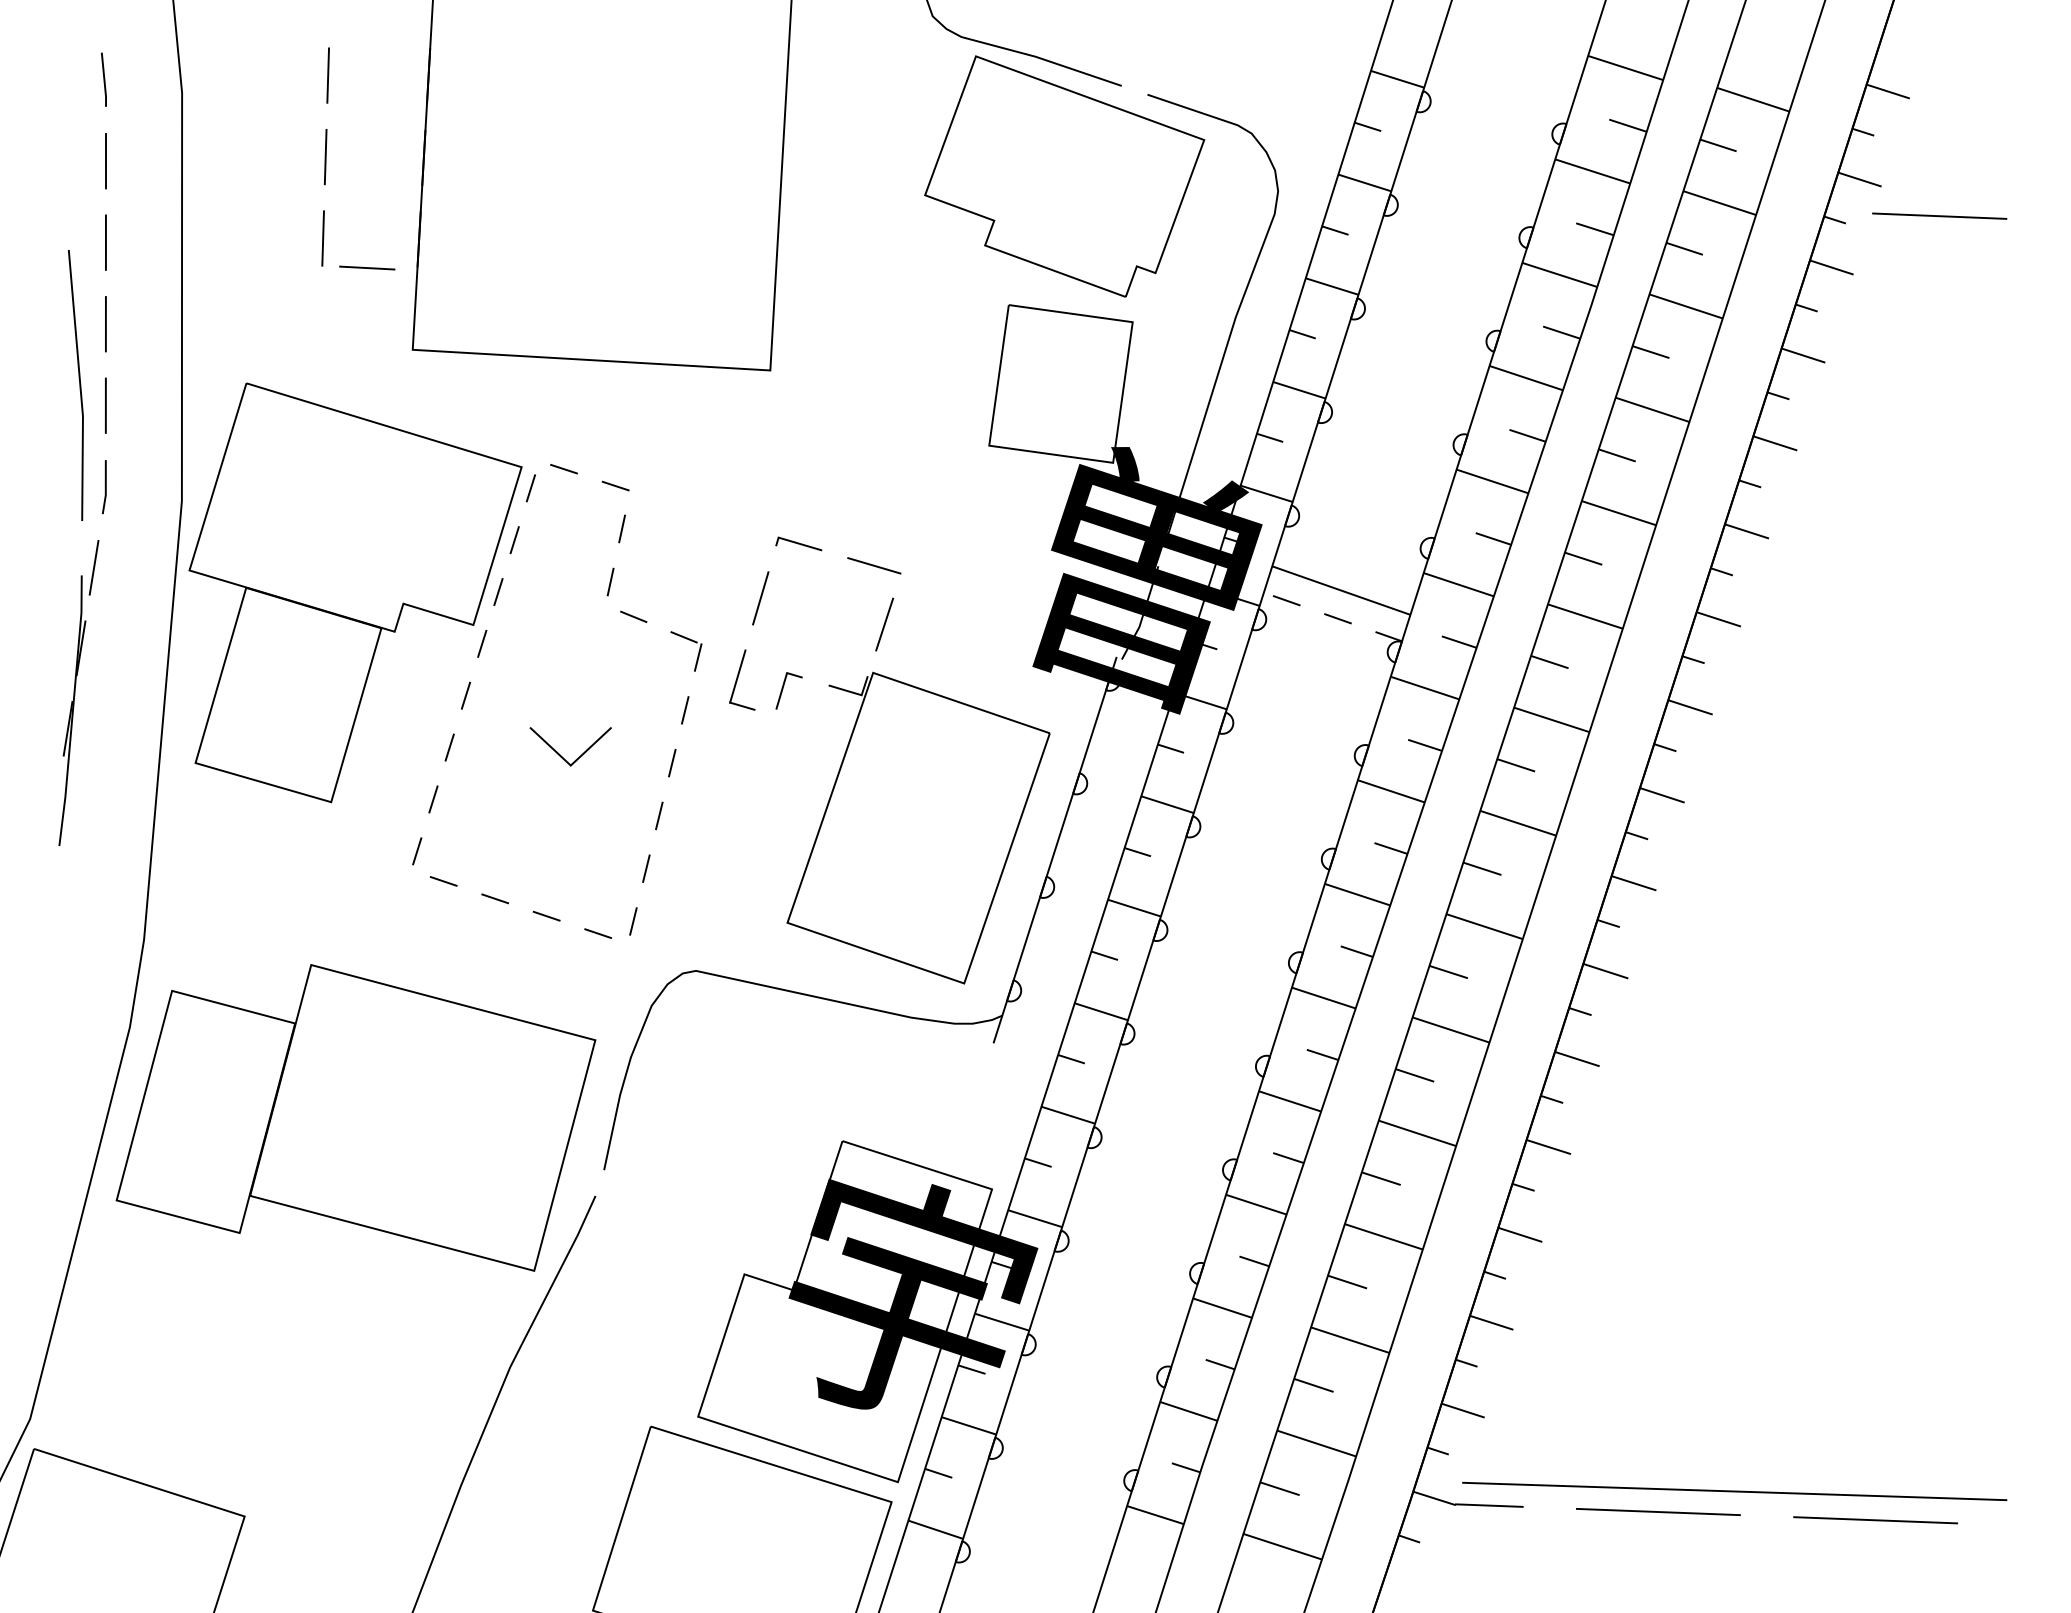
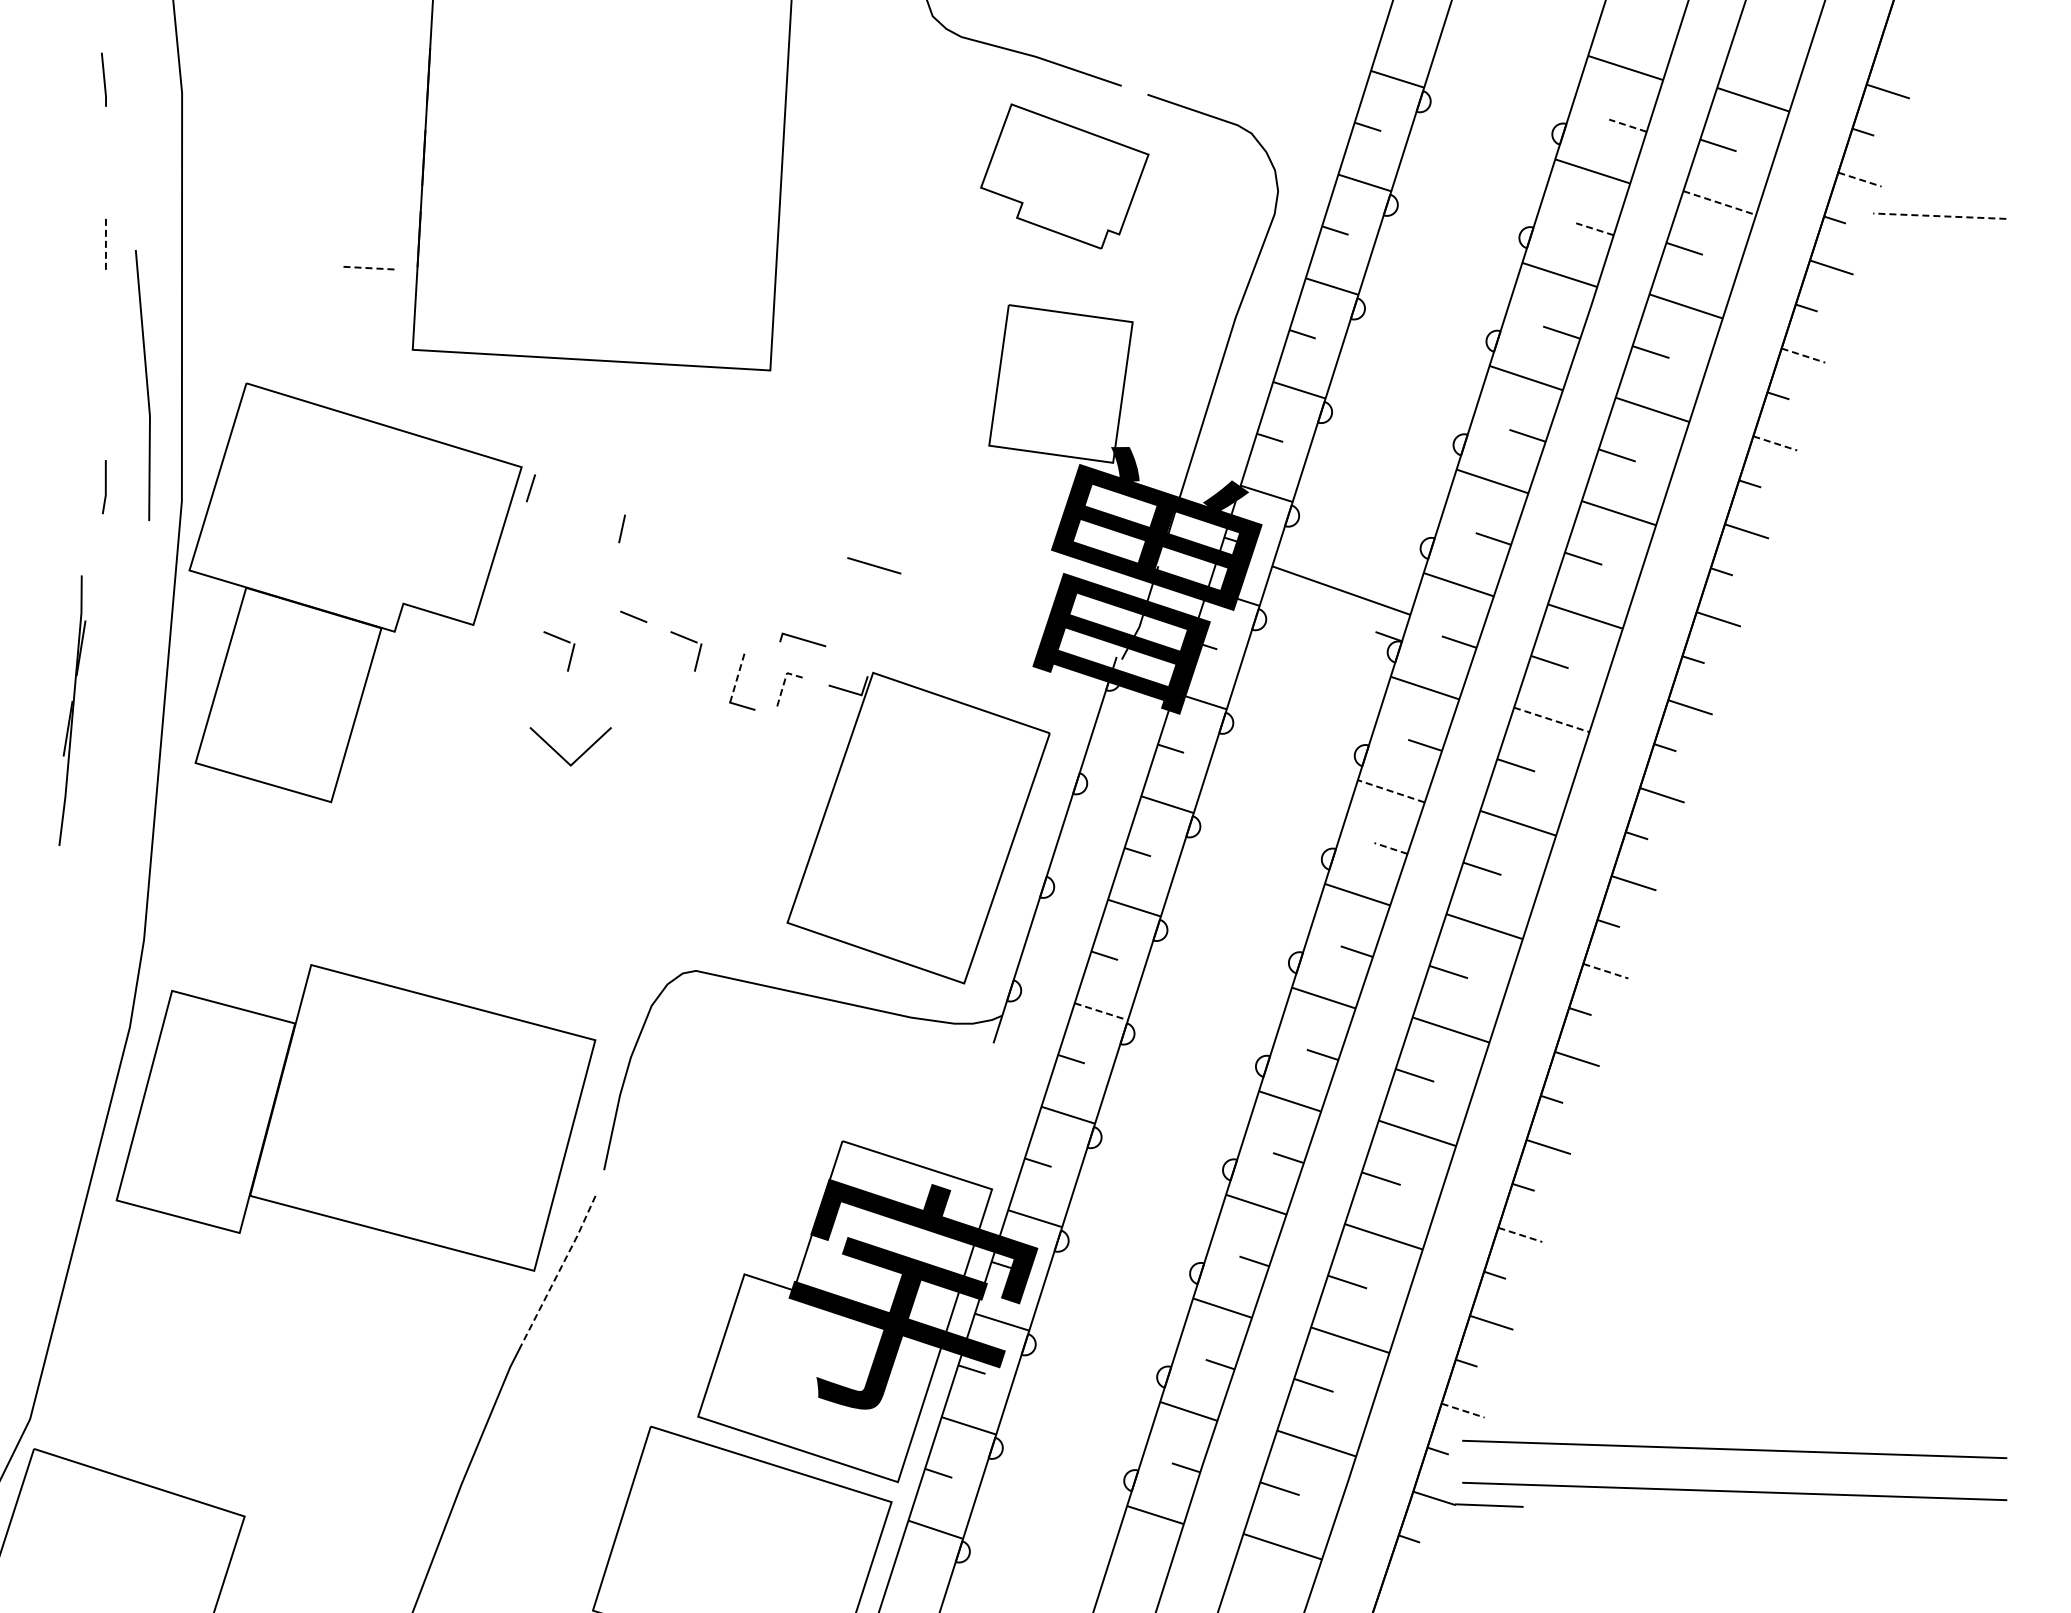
line at (328, 75): present -> none
line at (1627, 125): solid -> dashed
line at (325, 156): present -> none
line at (105, 161): present -> none
part at (1064, 176) size: 282x243 px -> 170x147 px
line at (1859, 179): solid -> dashed
line at (1720, 203): solid -> dashed
line at (1939, 216): solid -> dashed
line at (1594, 229): solid -> dashed
line at (323, 238): present -> none
line at (105, 242): solid -> dashed
line at (366, 268): solid -> dashed
line at (105, 324): present -> none
line at (1803, 355): solid -> dashed
line at (79, 385) position: (79, 385) -> (146, 385)
line at (105, 405): present -> none
line at (1775, 443): solid -> dashed
line at (563, 469): present -> none
line at (615, 485): present -> none
line at (514, 540): present -> none
line at (798, 543) position: (798, 543) -> (802, 639)
line at (93, 567): present -> none
line at (610, 581): present -> none
line at (498, 591): present -> none
line at (760, 598): present -> none
line at (1286, 600): present -> none
line at (1337, 618): present -> none
line at (884, 624): present -> none
part at (561, 640): none -> present
line at (482, 643): present -> none
line at (737, 676): solid -> dashed
line at (784, 683): solid -> dashed
line at (465, 695): present -> none
line at (685, 710): present -> none
line at (1551, 719): solid -> dashed
line at (449, 747): present -> none
line at (672, 762): present -> none
line at (1390, 791): solid -> dashed
line at (433, 799): present -> none
line at (659, 815): present -> none
line at (1390, 848): solid -> dashed
line at (417, 851): present -> none
line at (646, 868): present -> none
line at (443, 881): present -> none
line at (495, 898): present -> none
line at (546, 915): present -> none
line at (633, 921): present -> none
line at (598, 933): present -> none
line at (1605, 971): solid -> dashed
line at (1101, 1011): solid -> dashed
line at (1520, 1235): solid -> dashed
line at (560, 1269): solid -> dashed
line at (1463, 1410): solid -> dashed
line at (1734, 1449): none -> present
line at (1657, 1511): present -> none
line at (1875, 1520): present -> none
